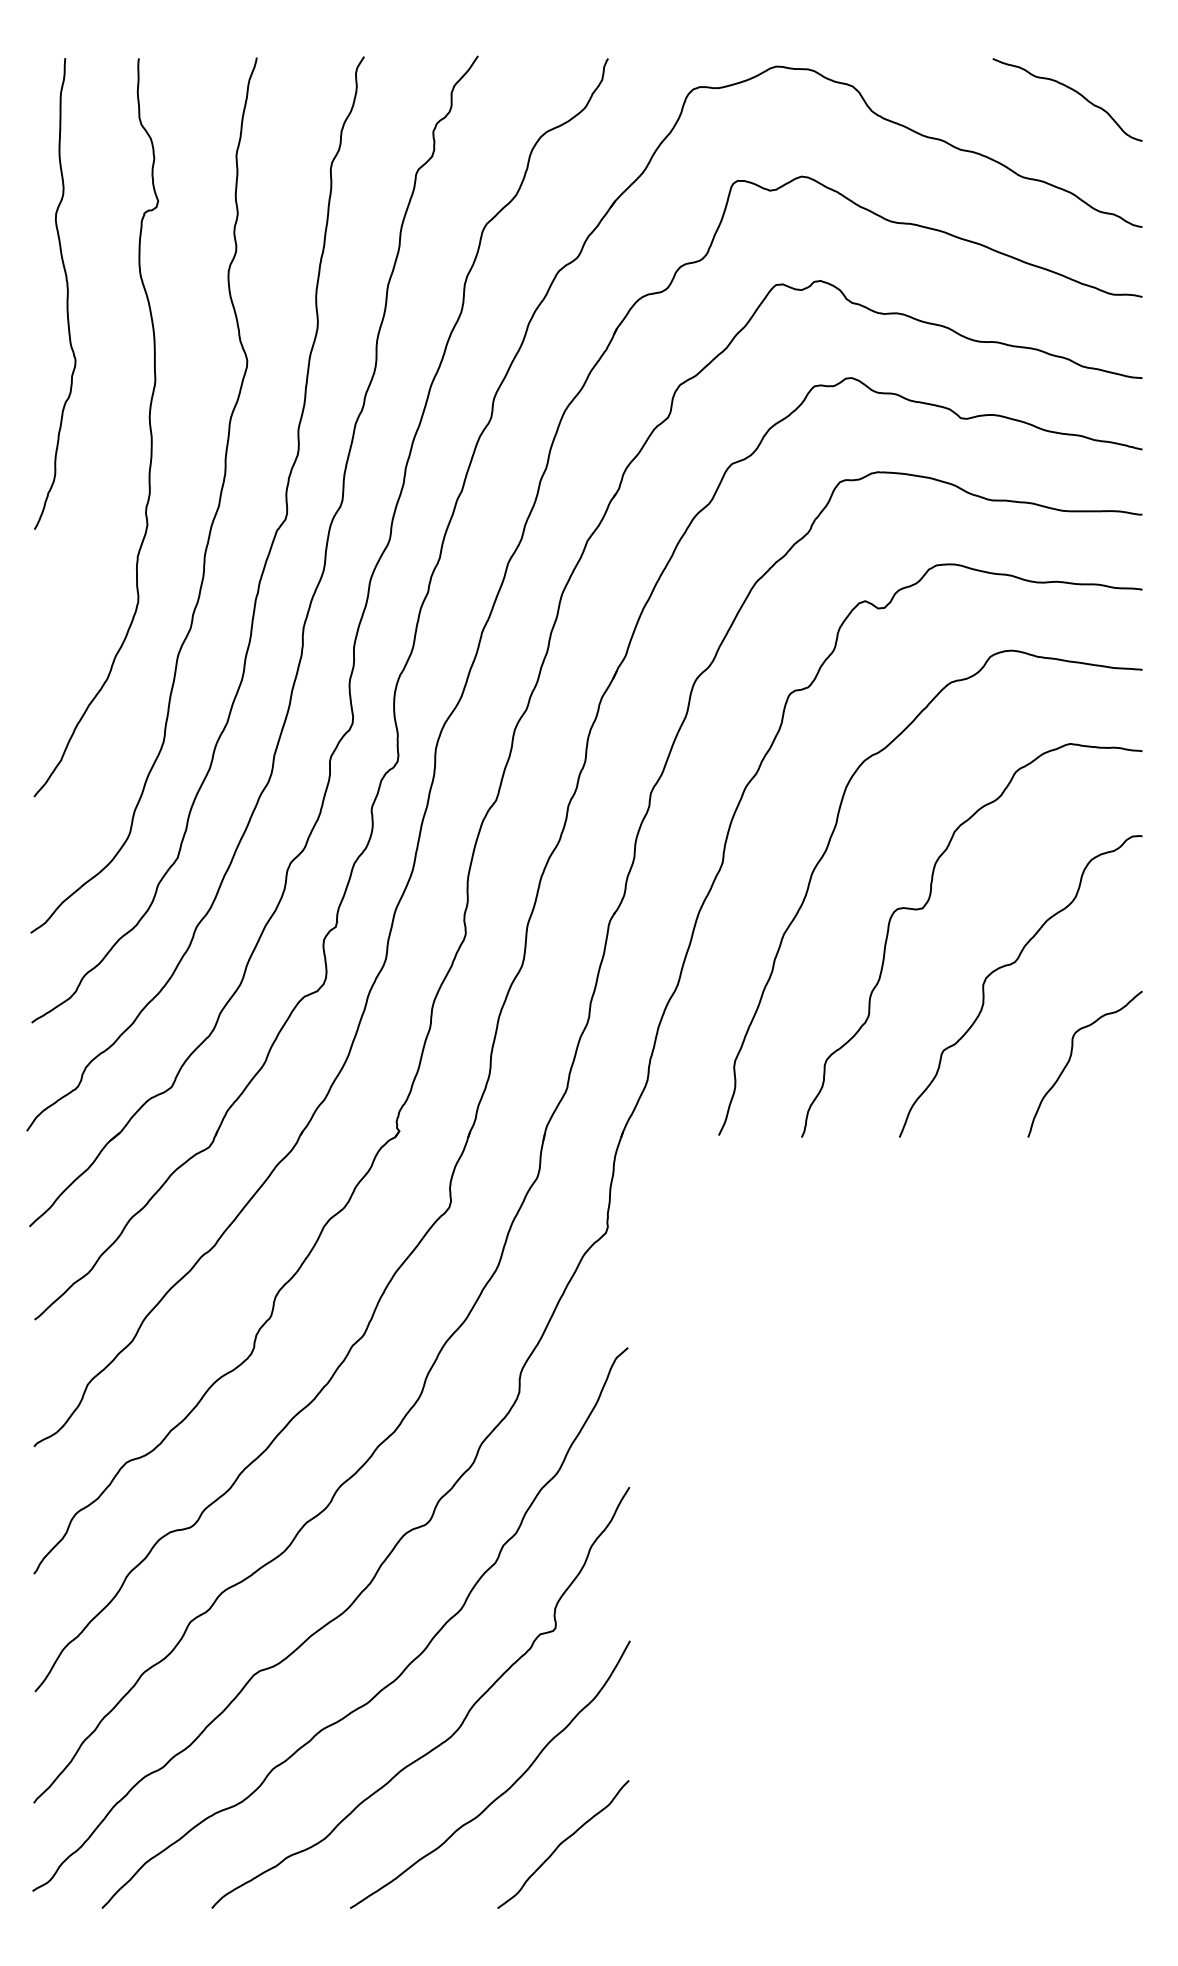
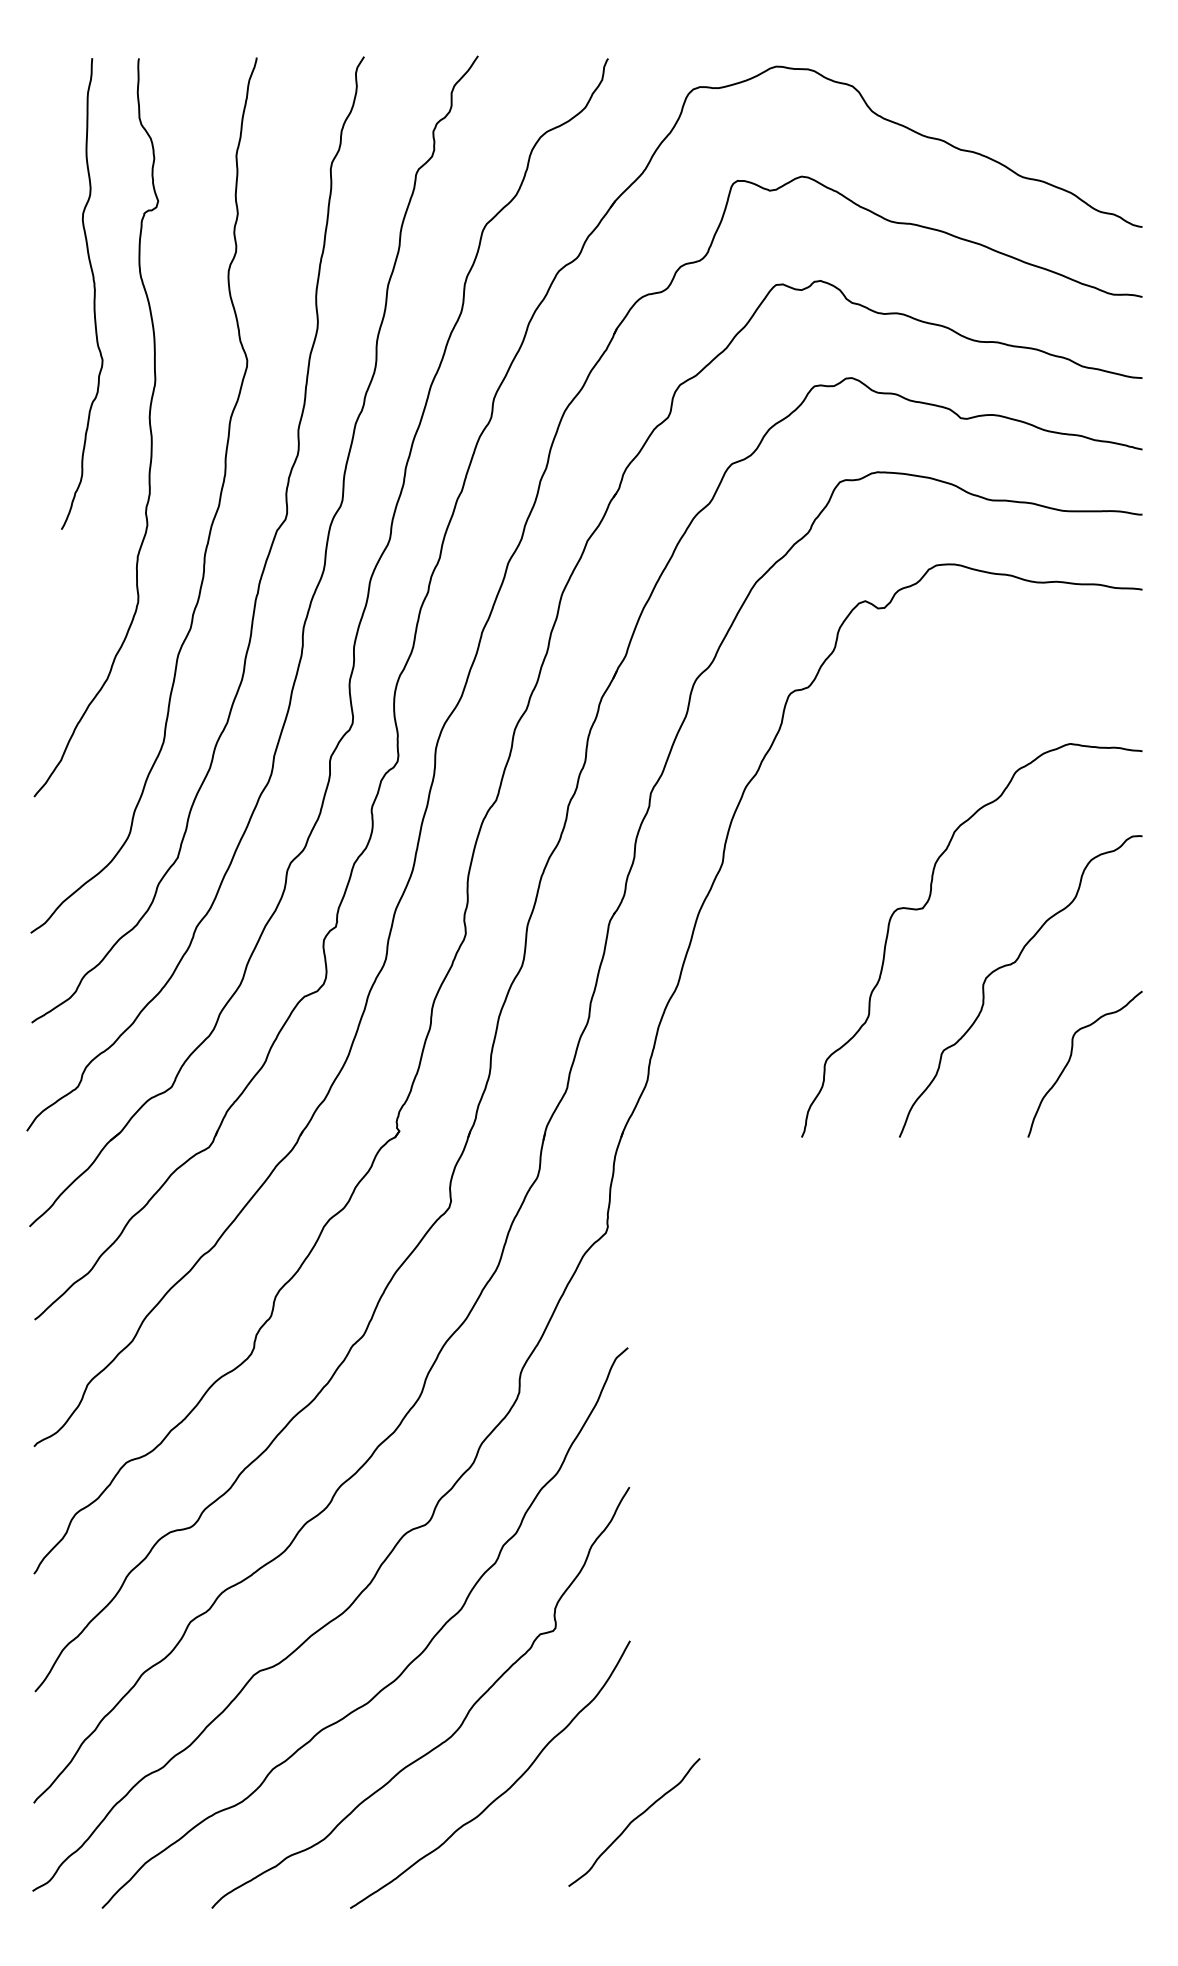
curve at (1073, 91): present -> none
curve at (66, 294) position: (66, 294) -> (93, 294)
curve at (828, 847): present -> none
curve at (562, 1843) position: (562, 1843) -> (633, 1821)
